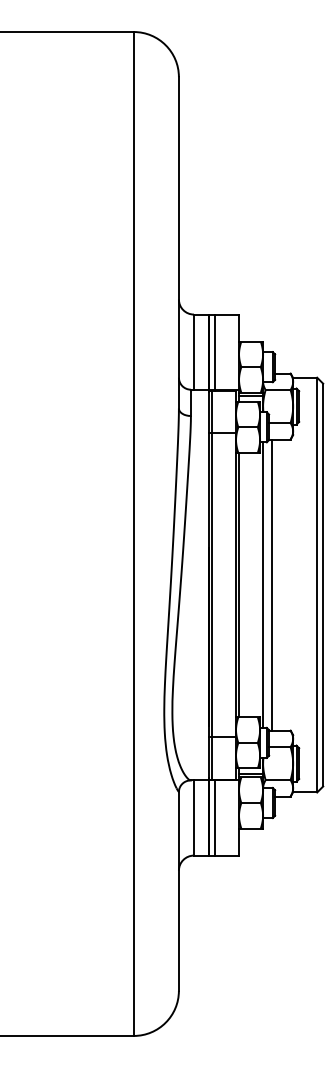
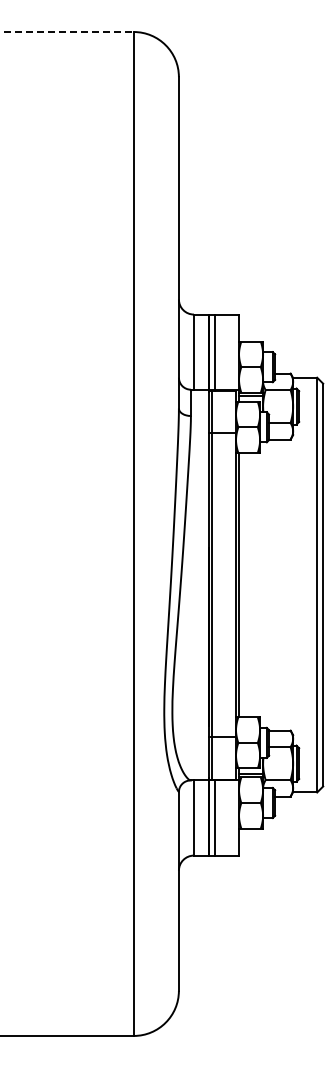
line at (67, 32): solid -> dashed
line at (263, 584): present -> none
line at (272, 584): present -> none
